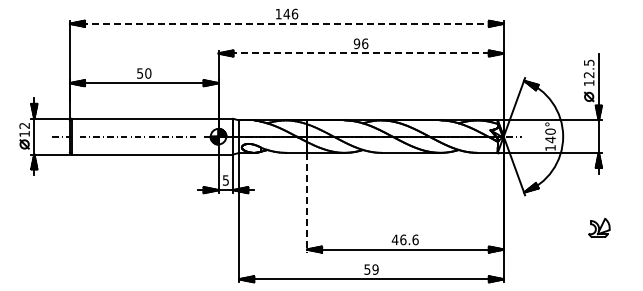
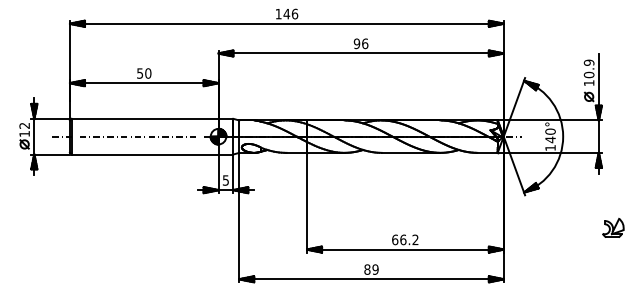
line at (286, 23): dashed -> solid
line at (361, 53): dashed -> solid
text at (588, 68): 12.5 -> 10.9
line at (307, 202): dashed -> solid
part at (599, 227) position: (599, 227) -> (613, 227)
text at (404, 239): 46.6 -> 66.2
text at (367, 269): 59 -> 89
